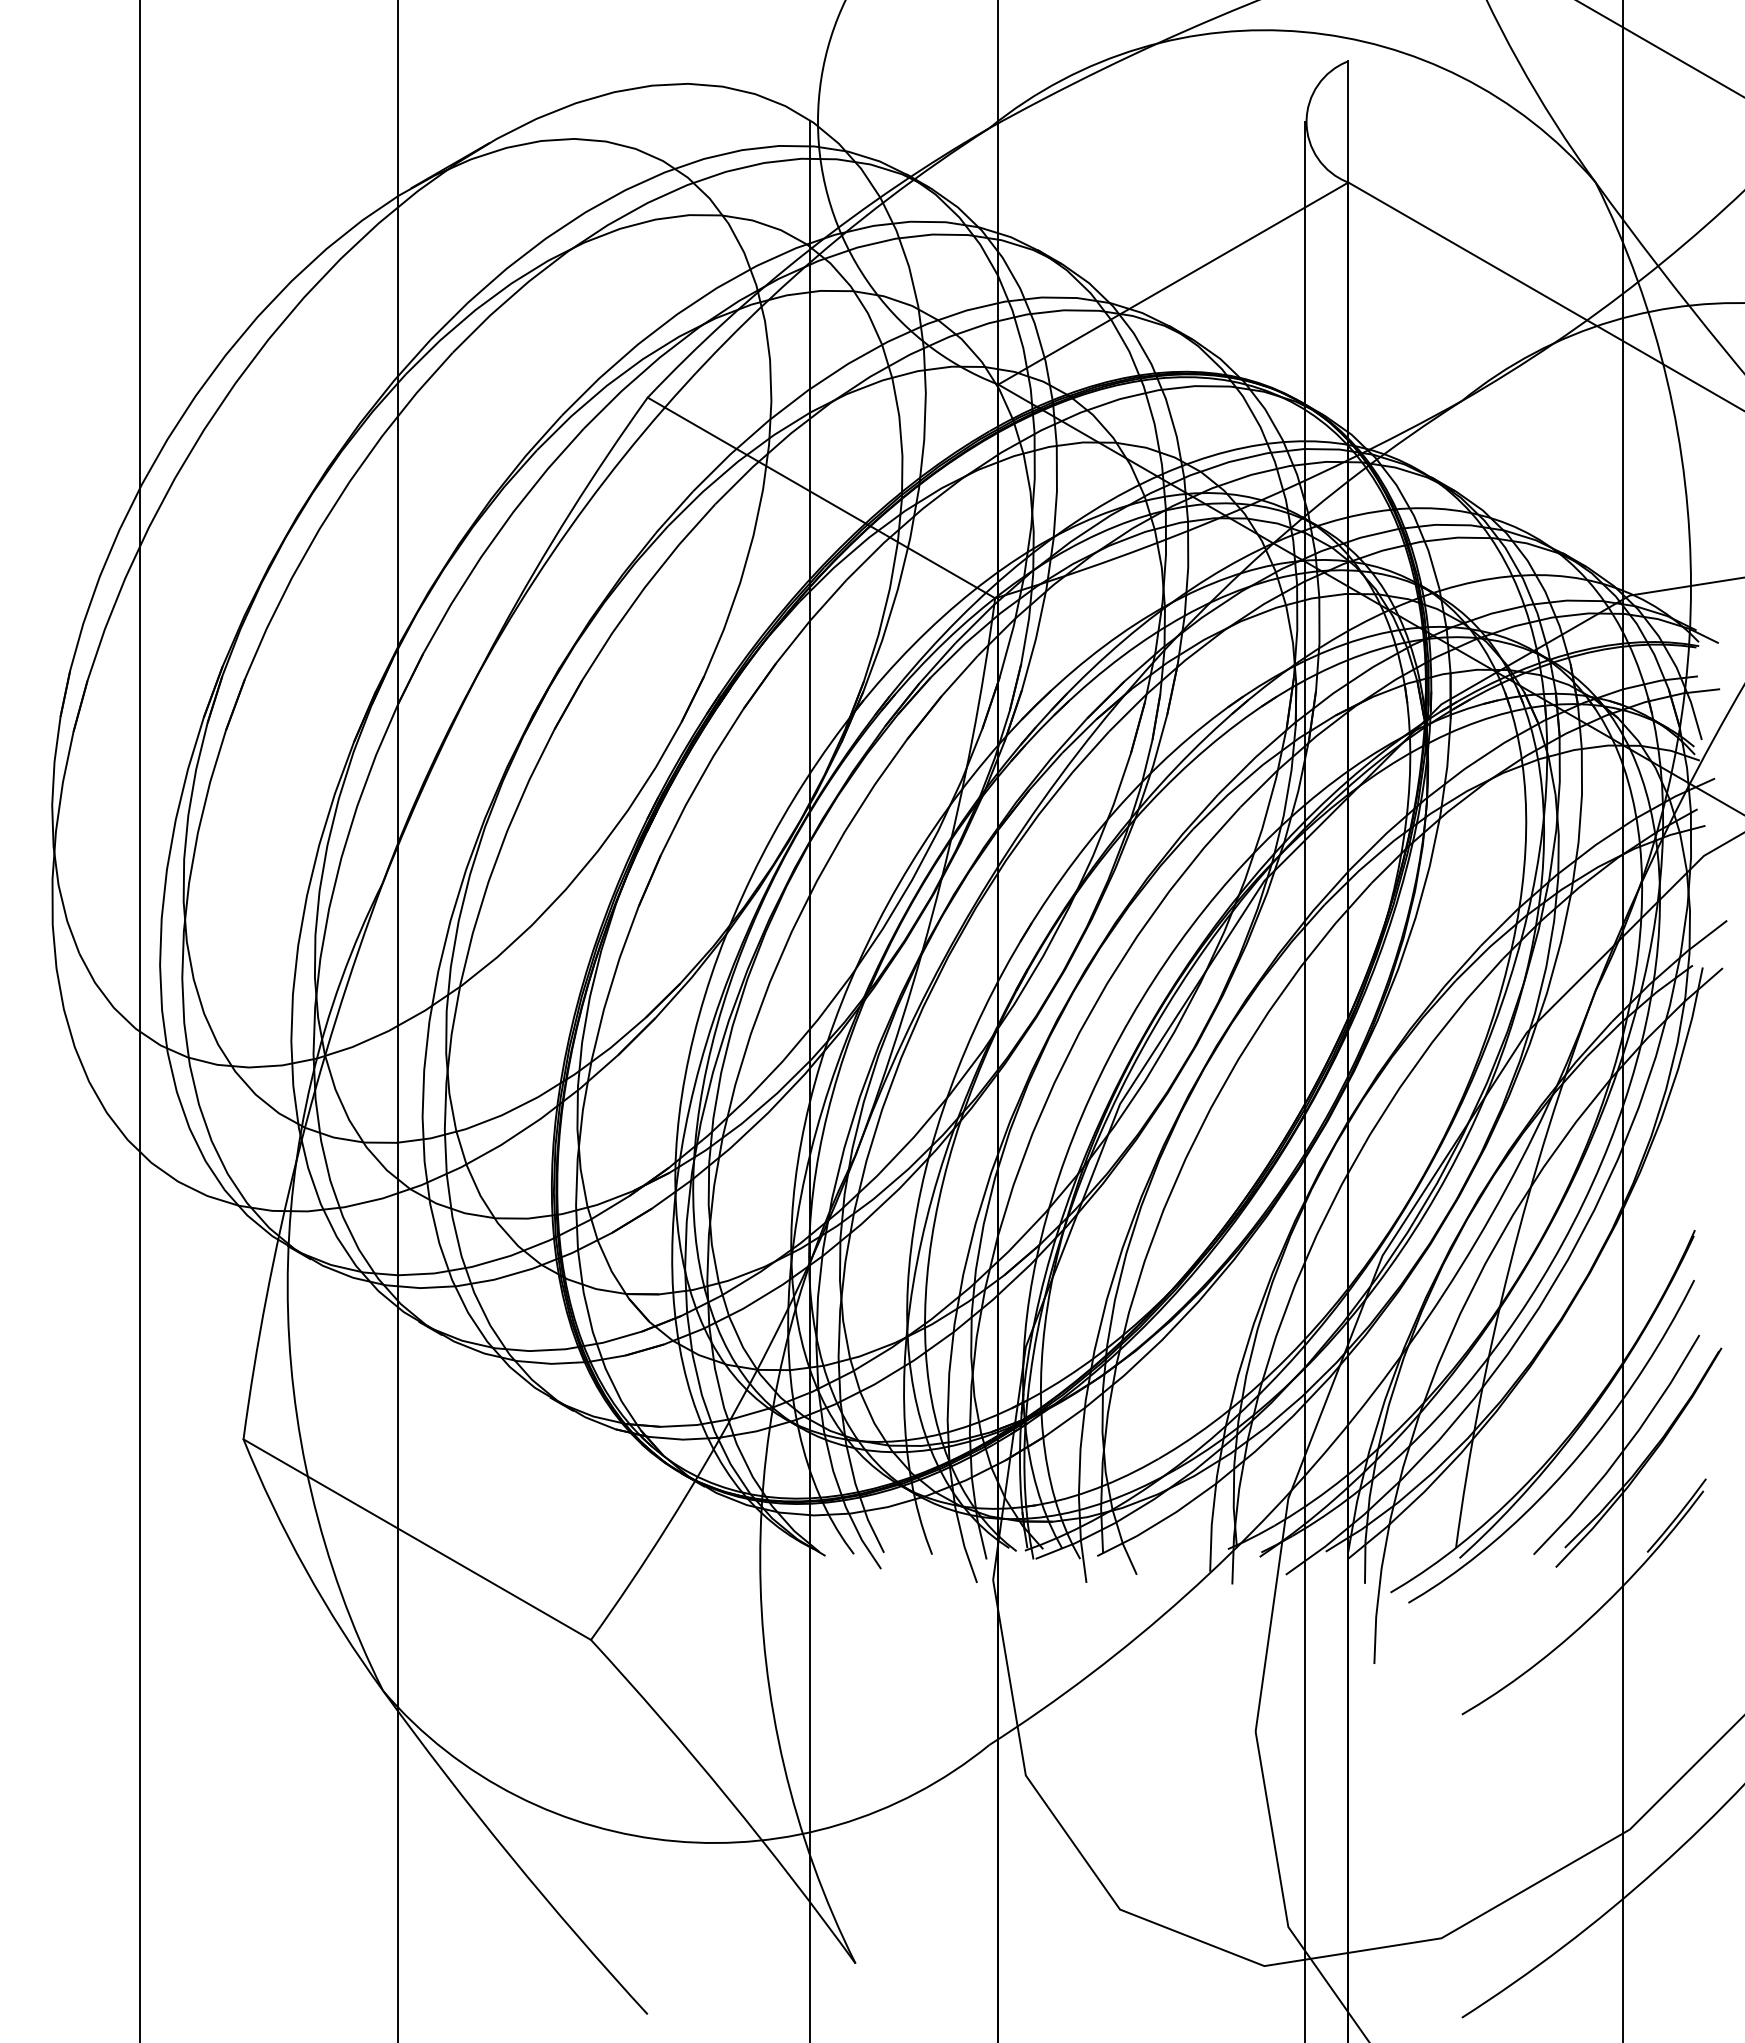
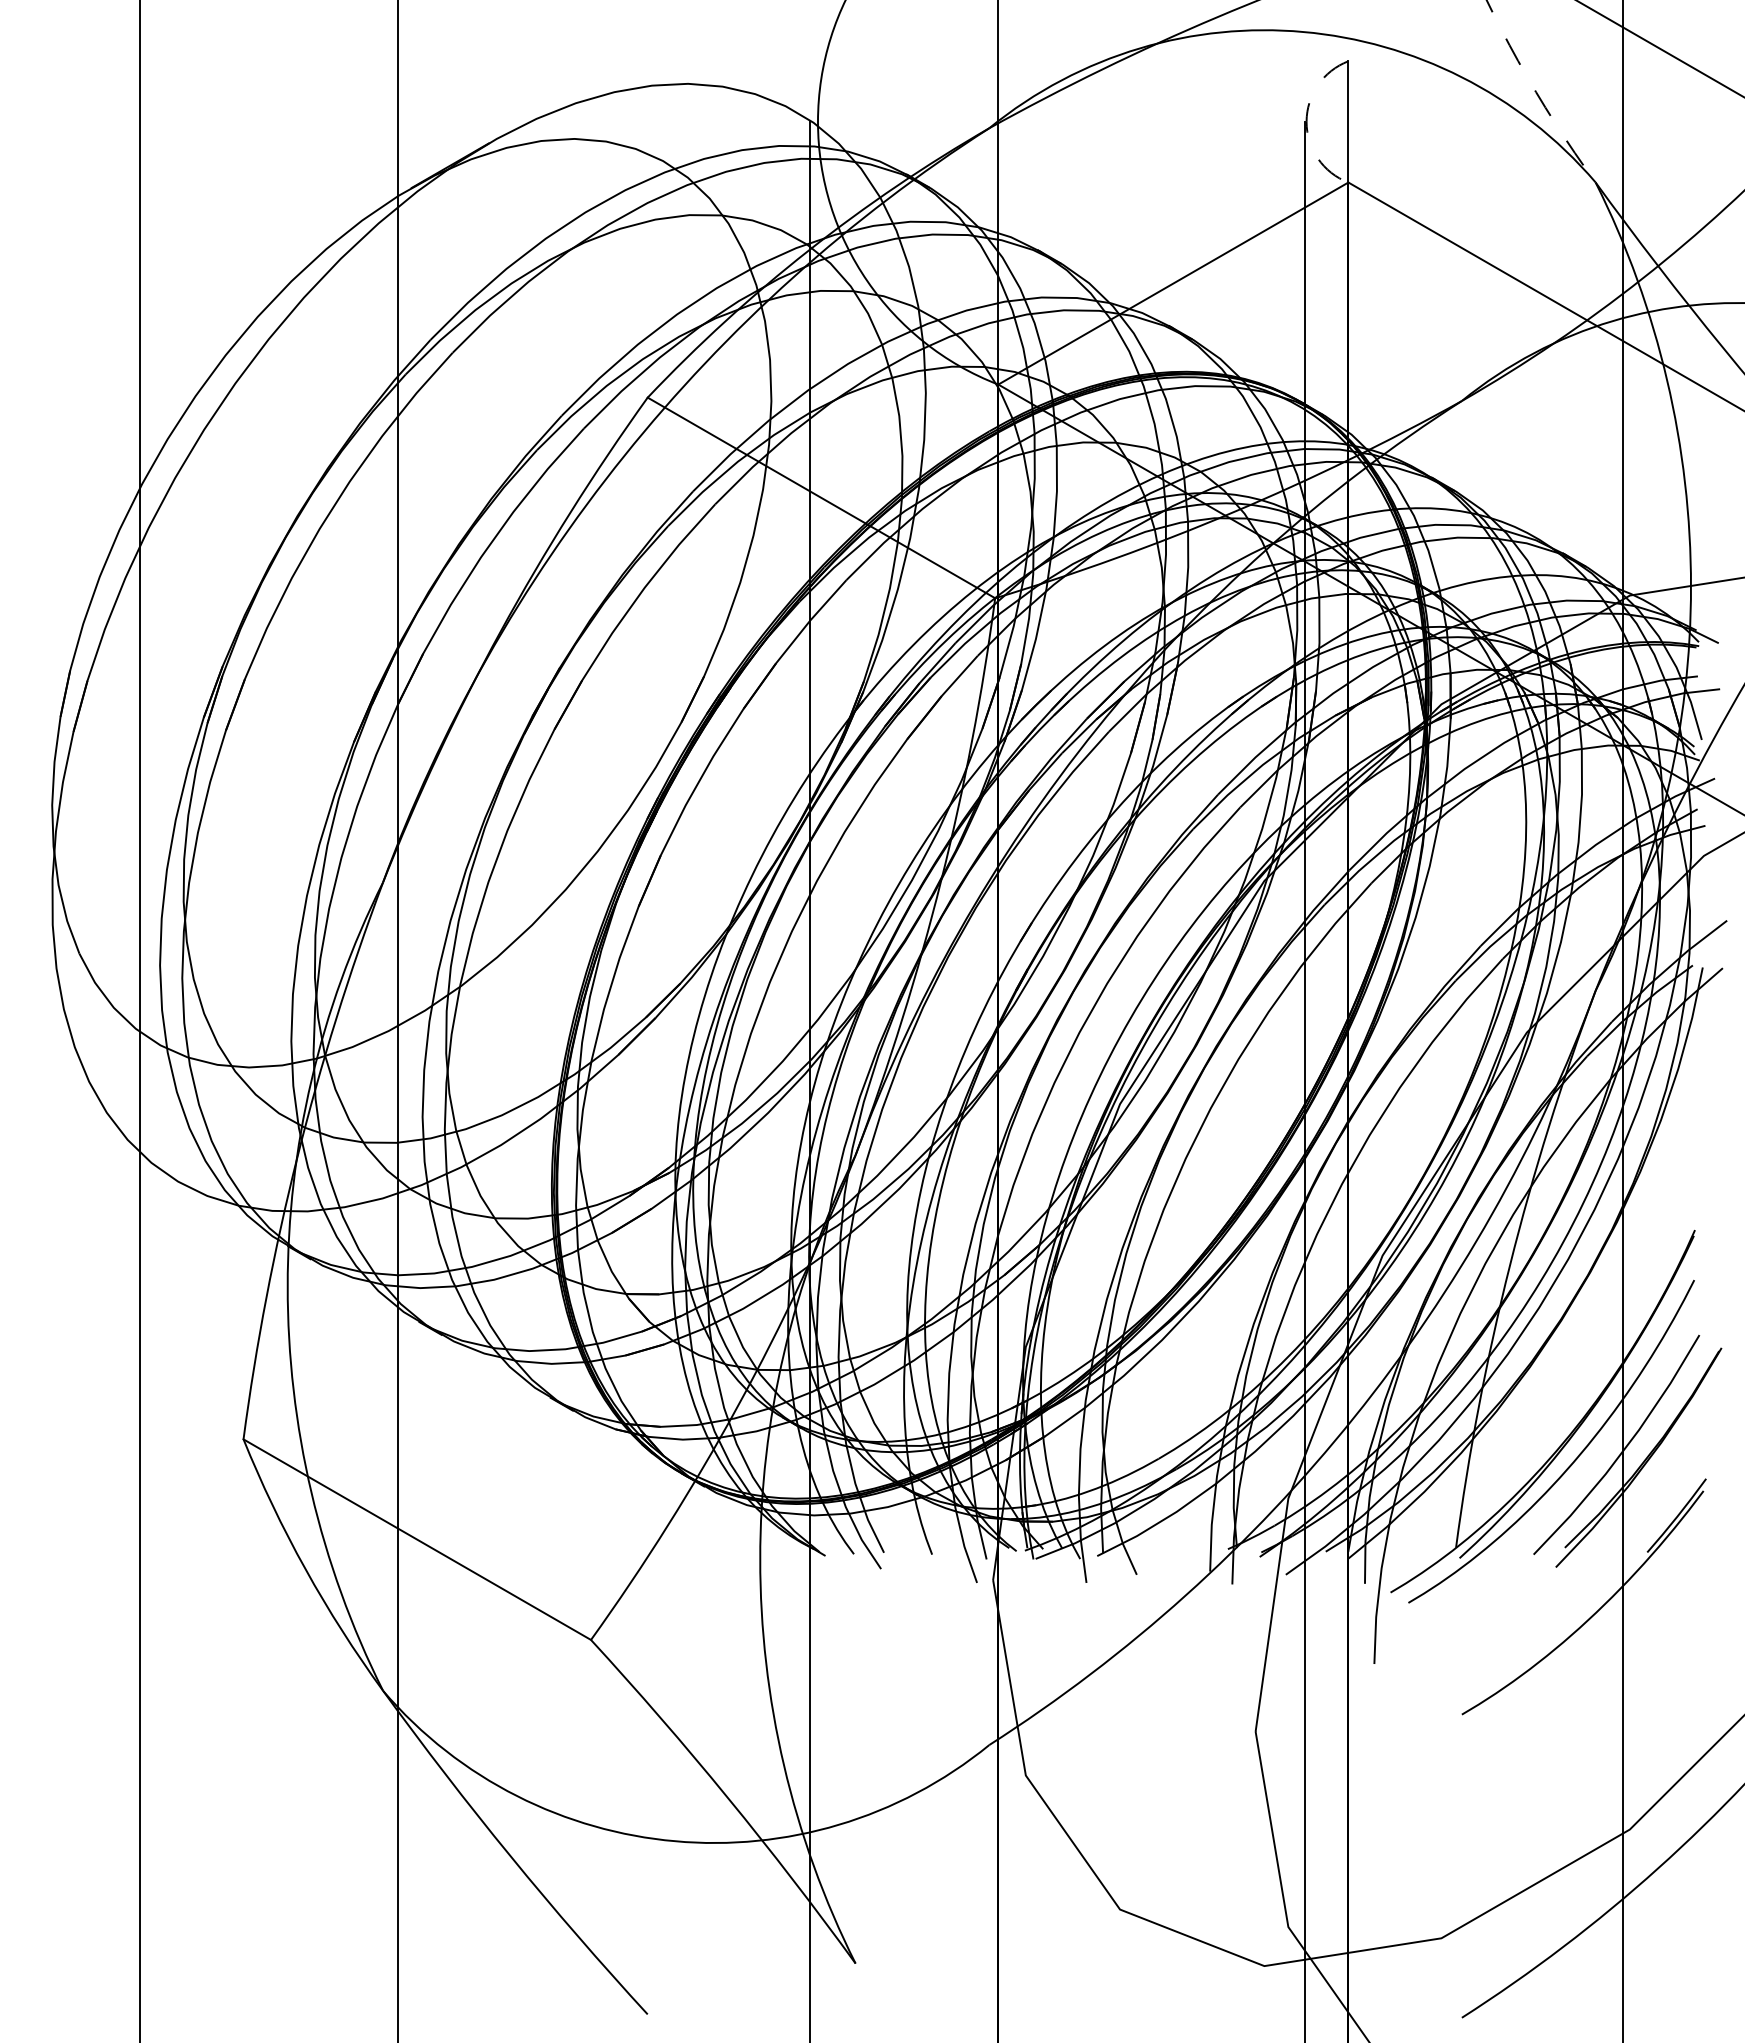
arc at (1537, 93): solid -> dashed
arc at (1306, 121): solid -> dashed
